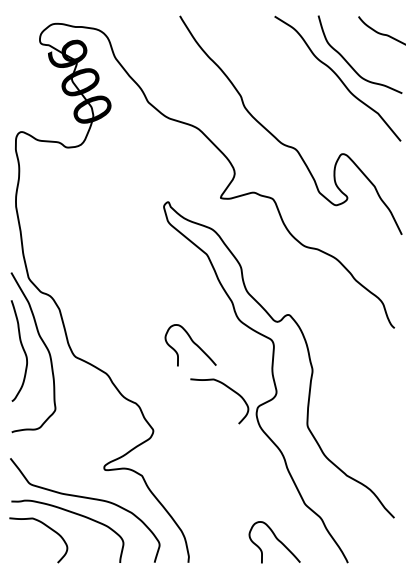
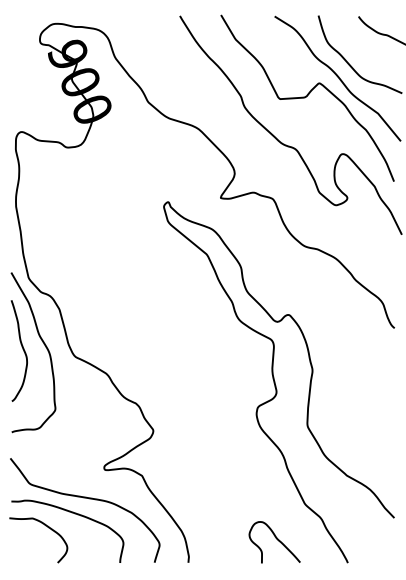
curve at (307, 96): none -> present
curve at (192, 342): present -> none
curve at (229, 389): present -> none
